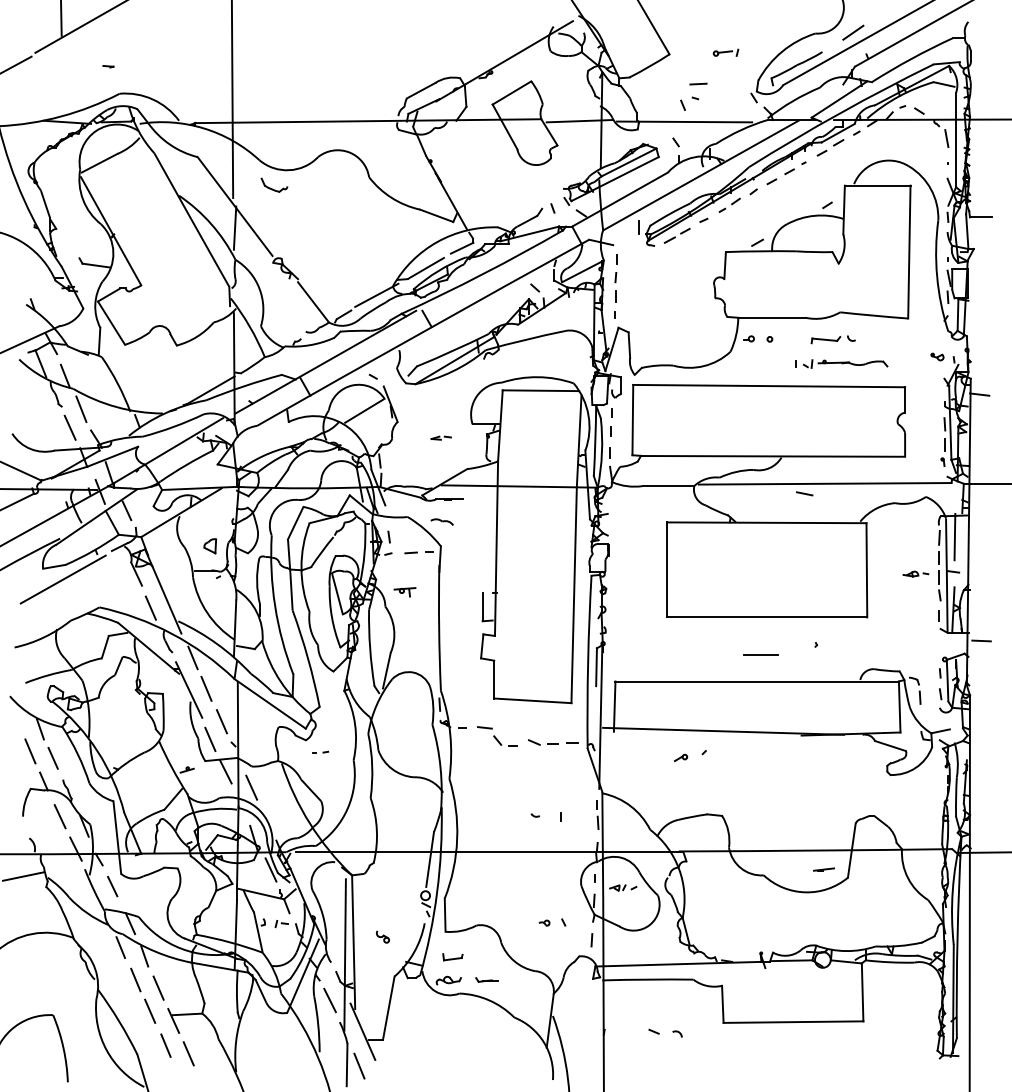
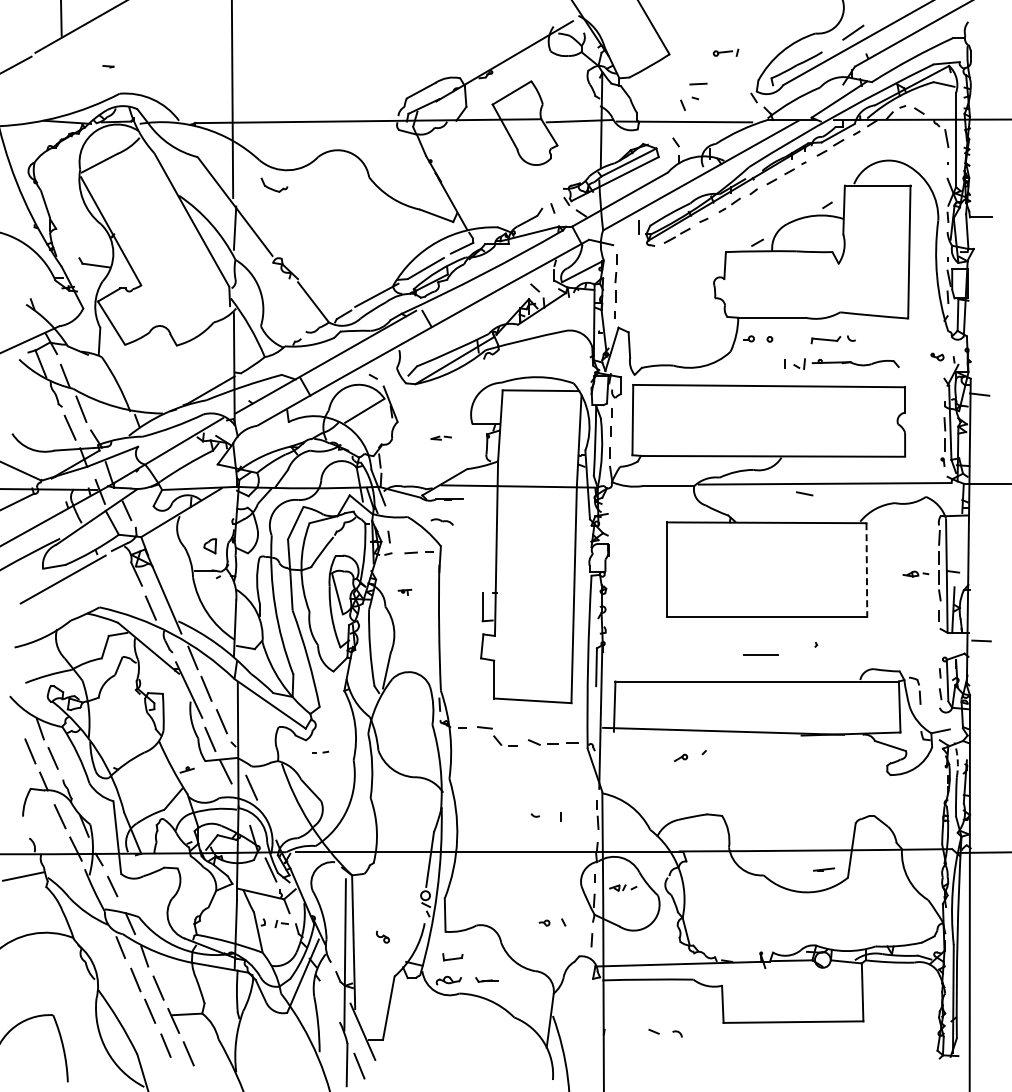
part at (841, 363) size: 94x10 px -> 116x12 px
line at (954, 536): present -> none
line at (866, 570): solid -> dashed
part at (404, 592) size: 24x11 px -> 16x8 px
arc at (957, 759): solid -> dashed
line at (329, 1000): present -> none
